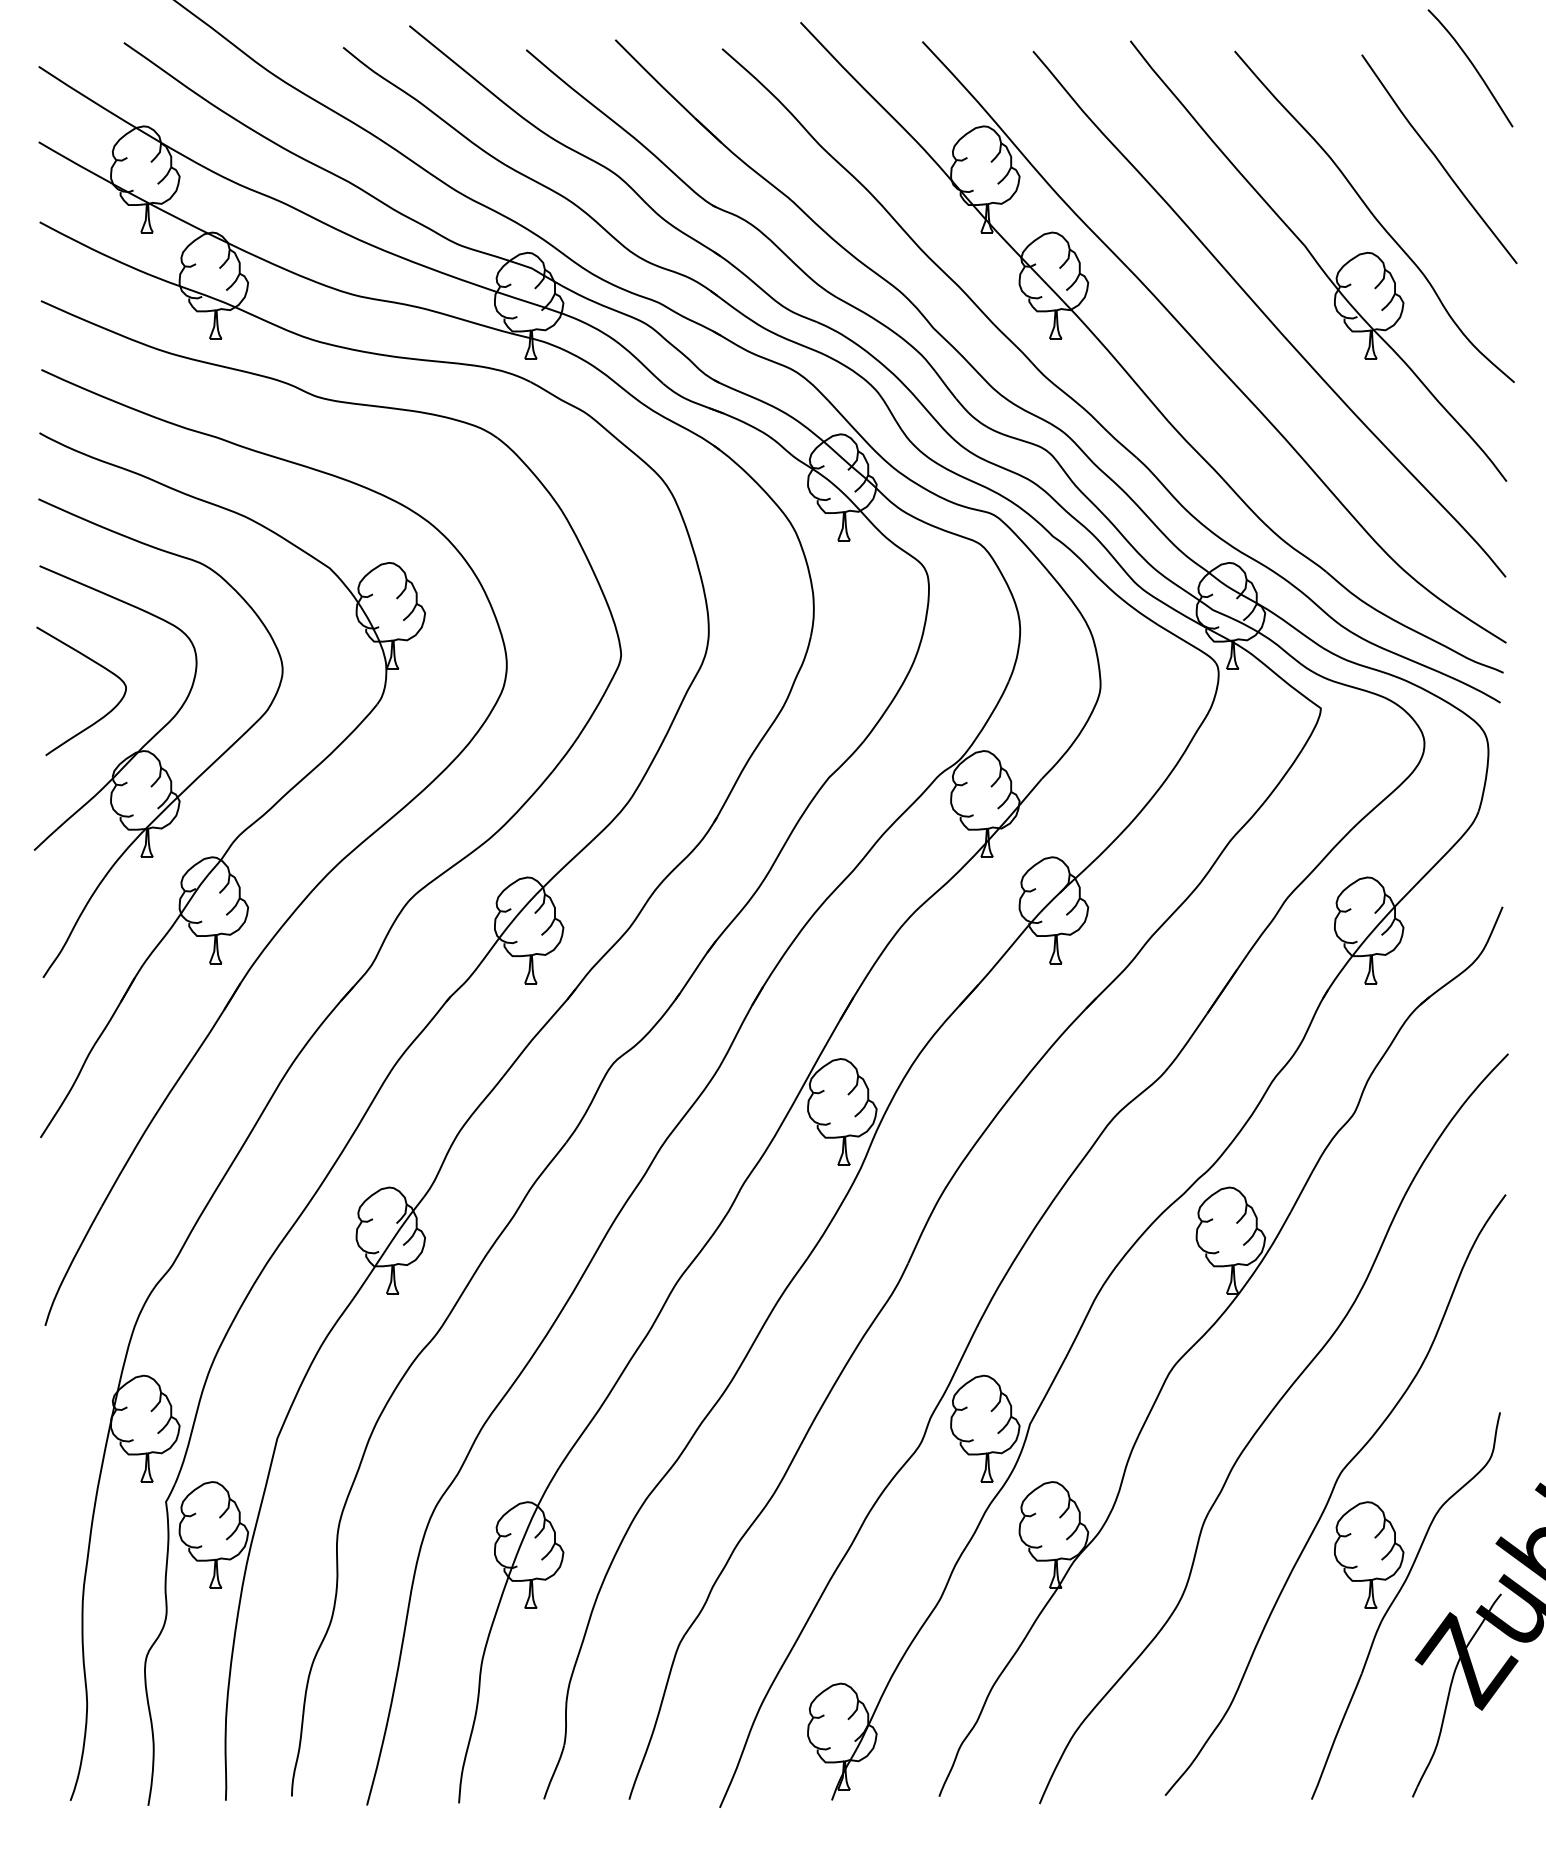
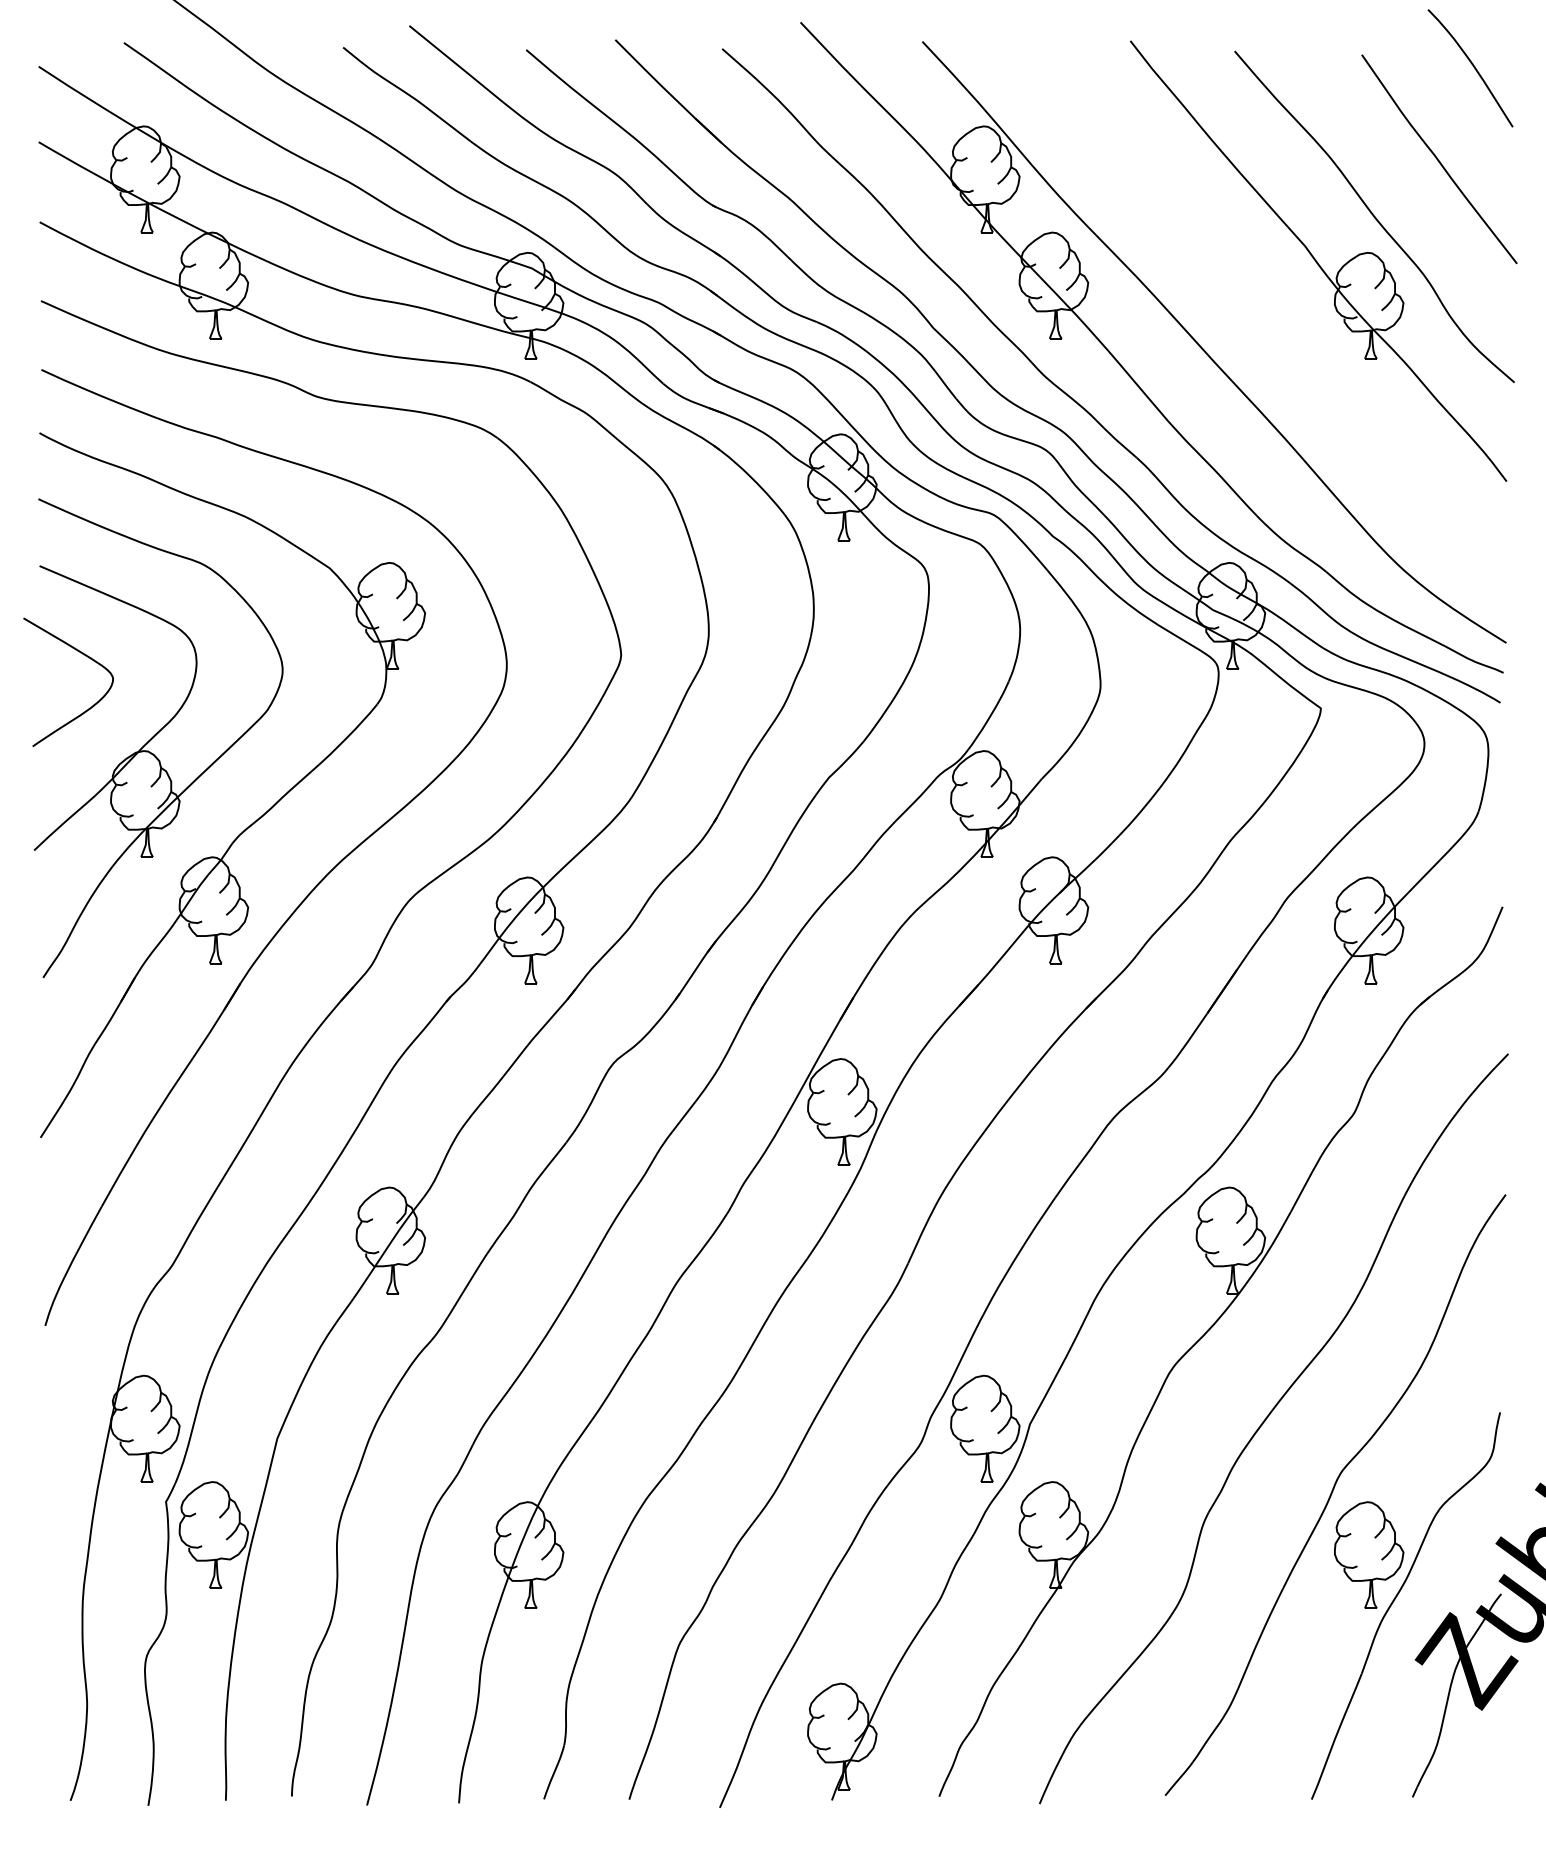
curve at (1267, 316): present -> none
curve at (98, 665) position: (98, 665) -> (85, 656)
